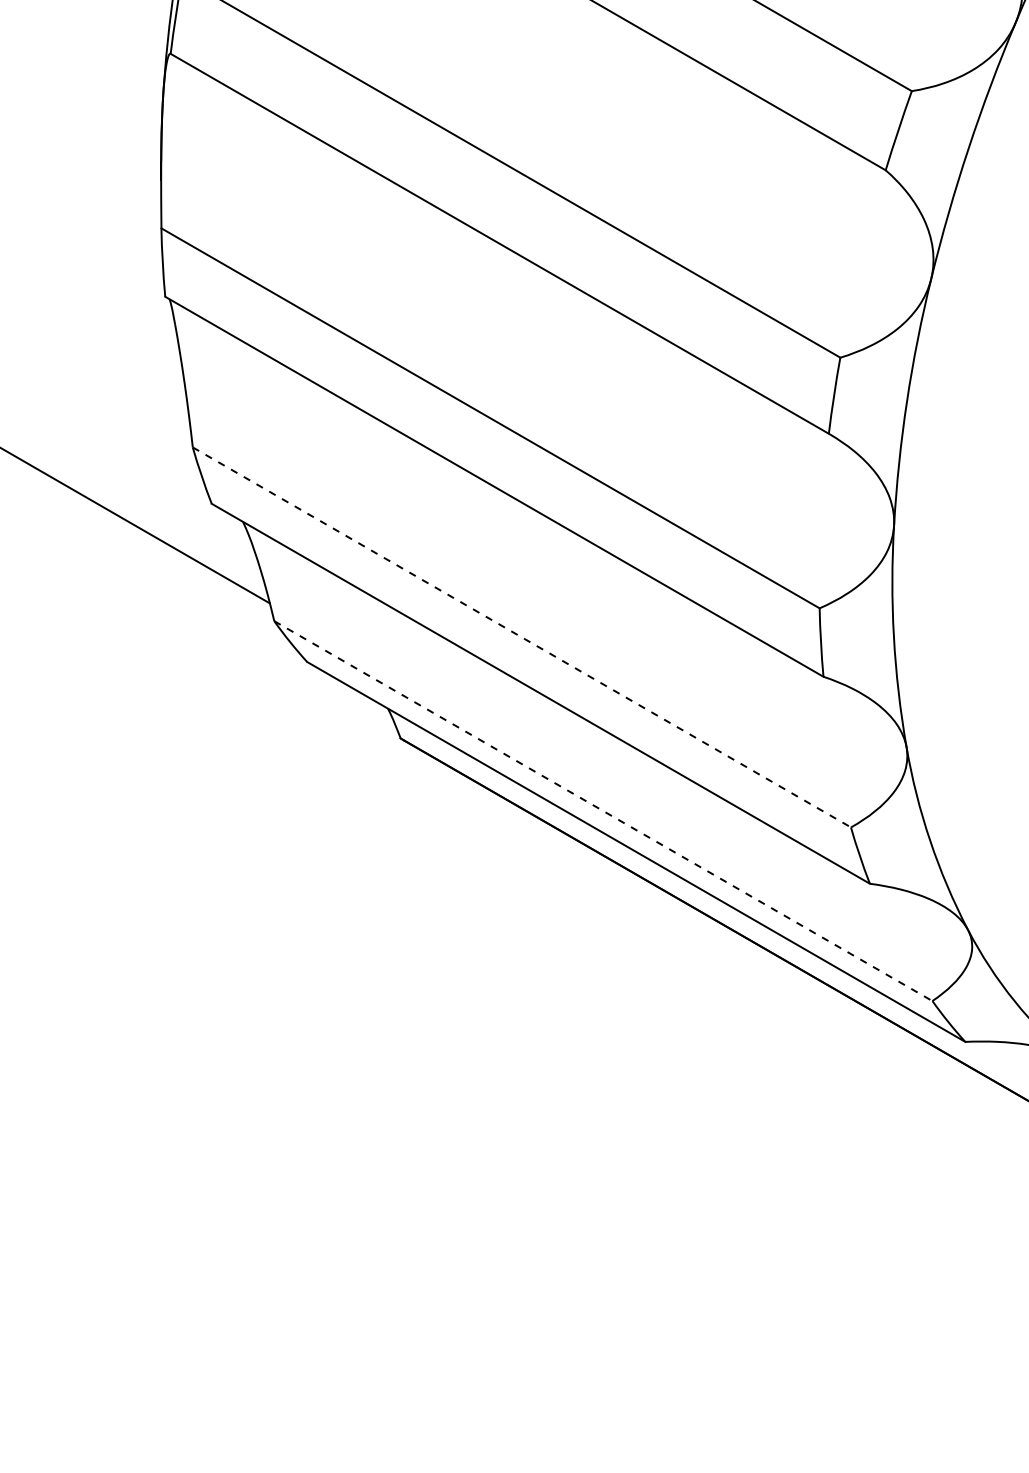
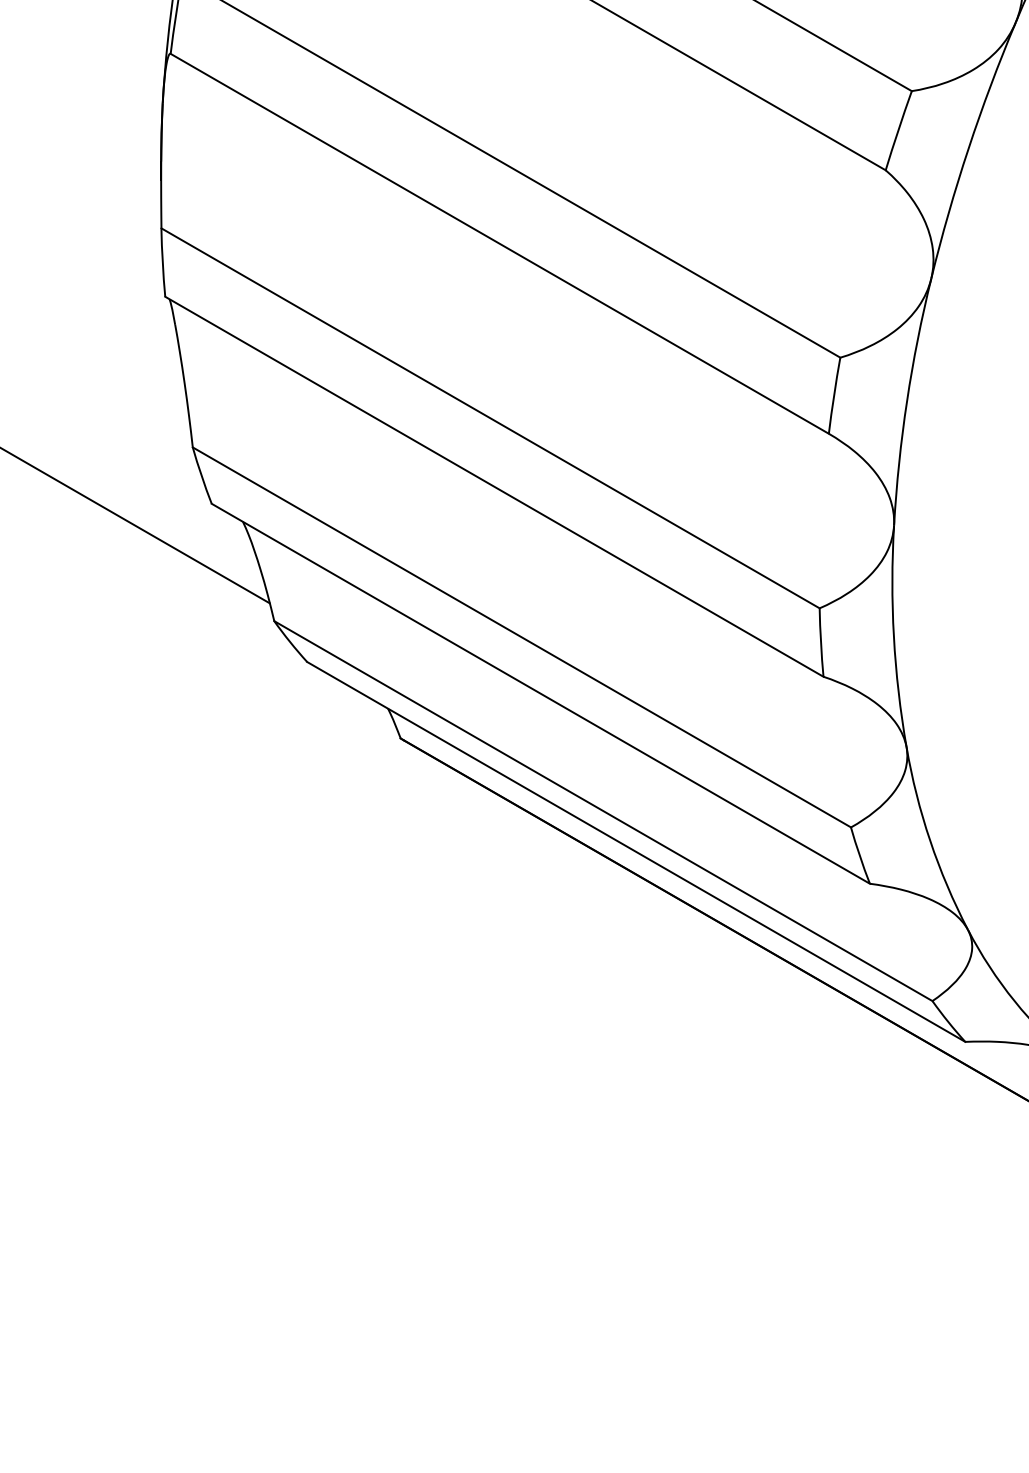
line at (522, 637): dashed -> solid
line at (603, 811): dashed -> solid
